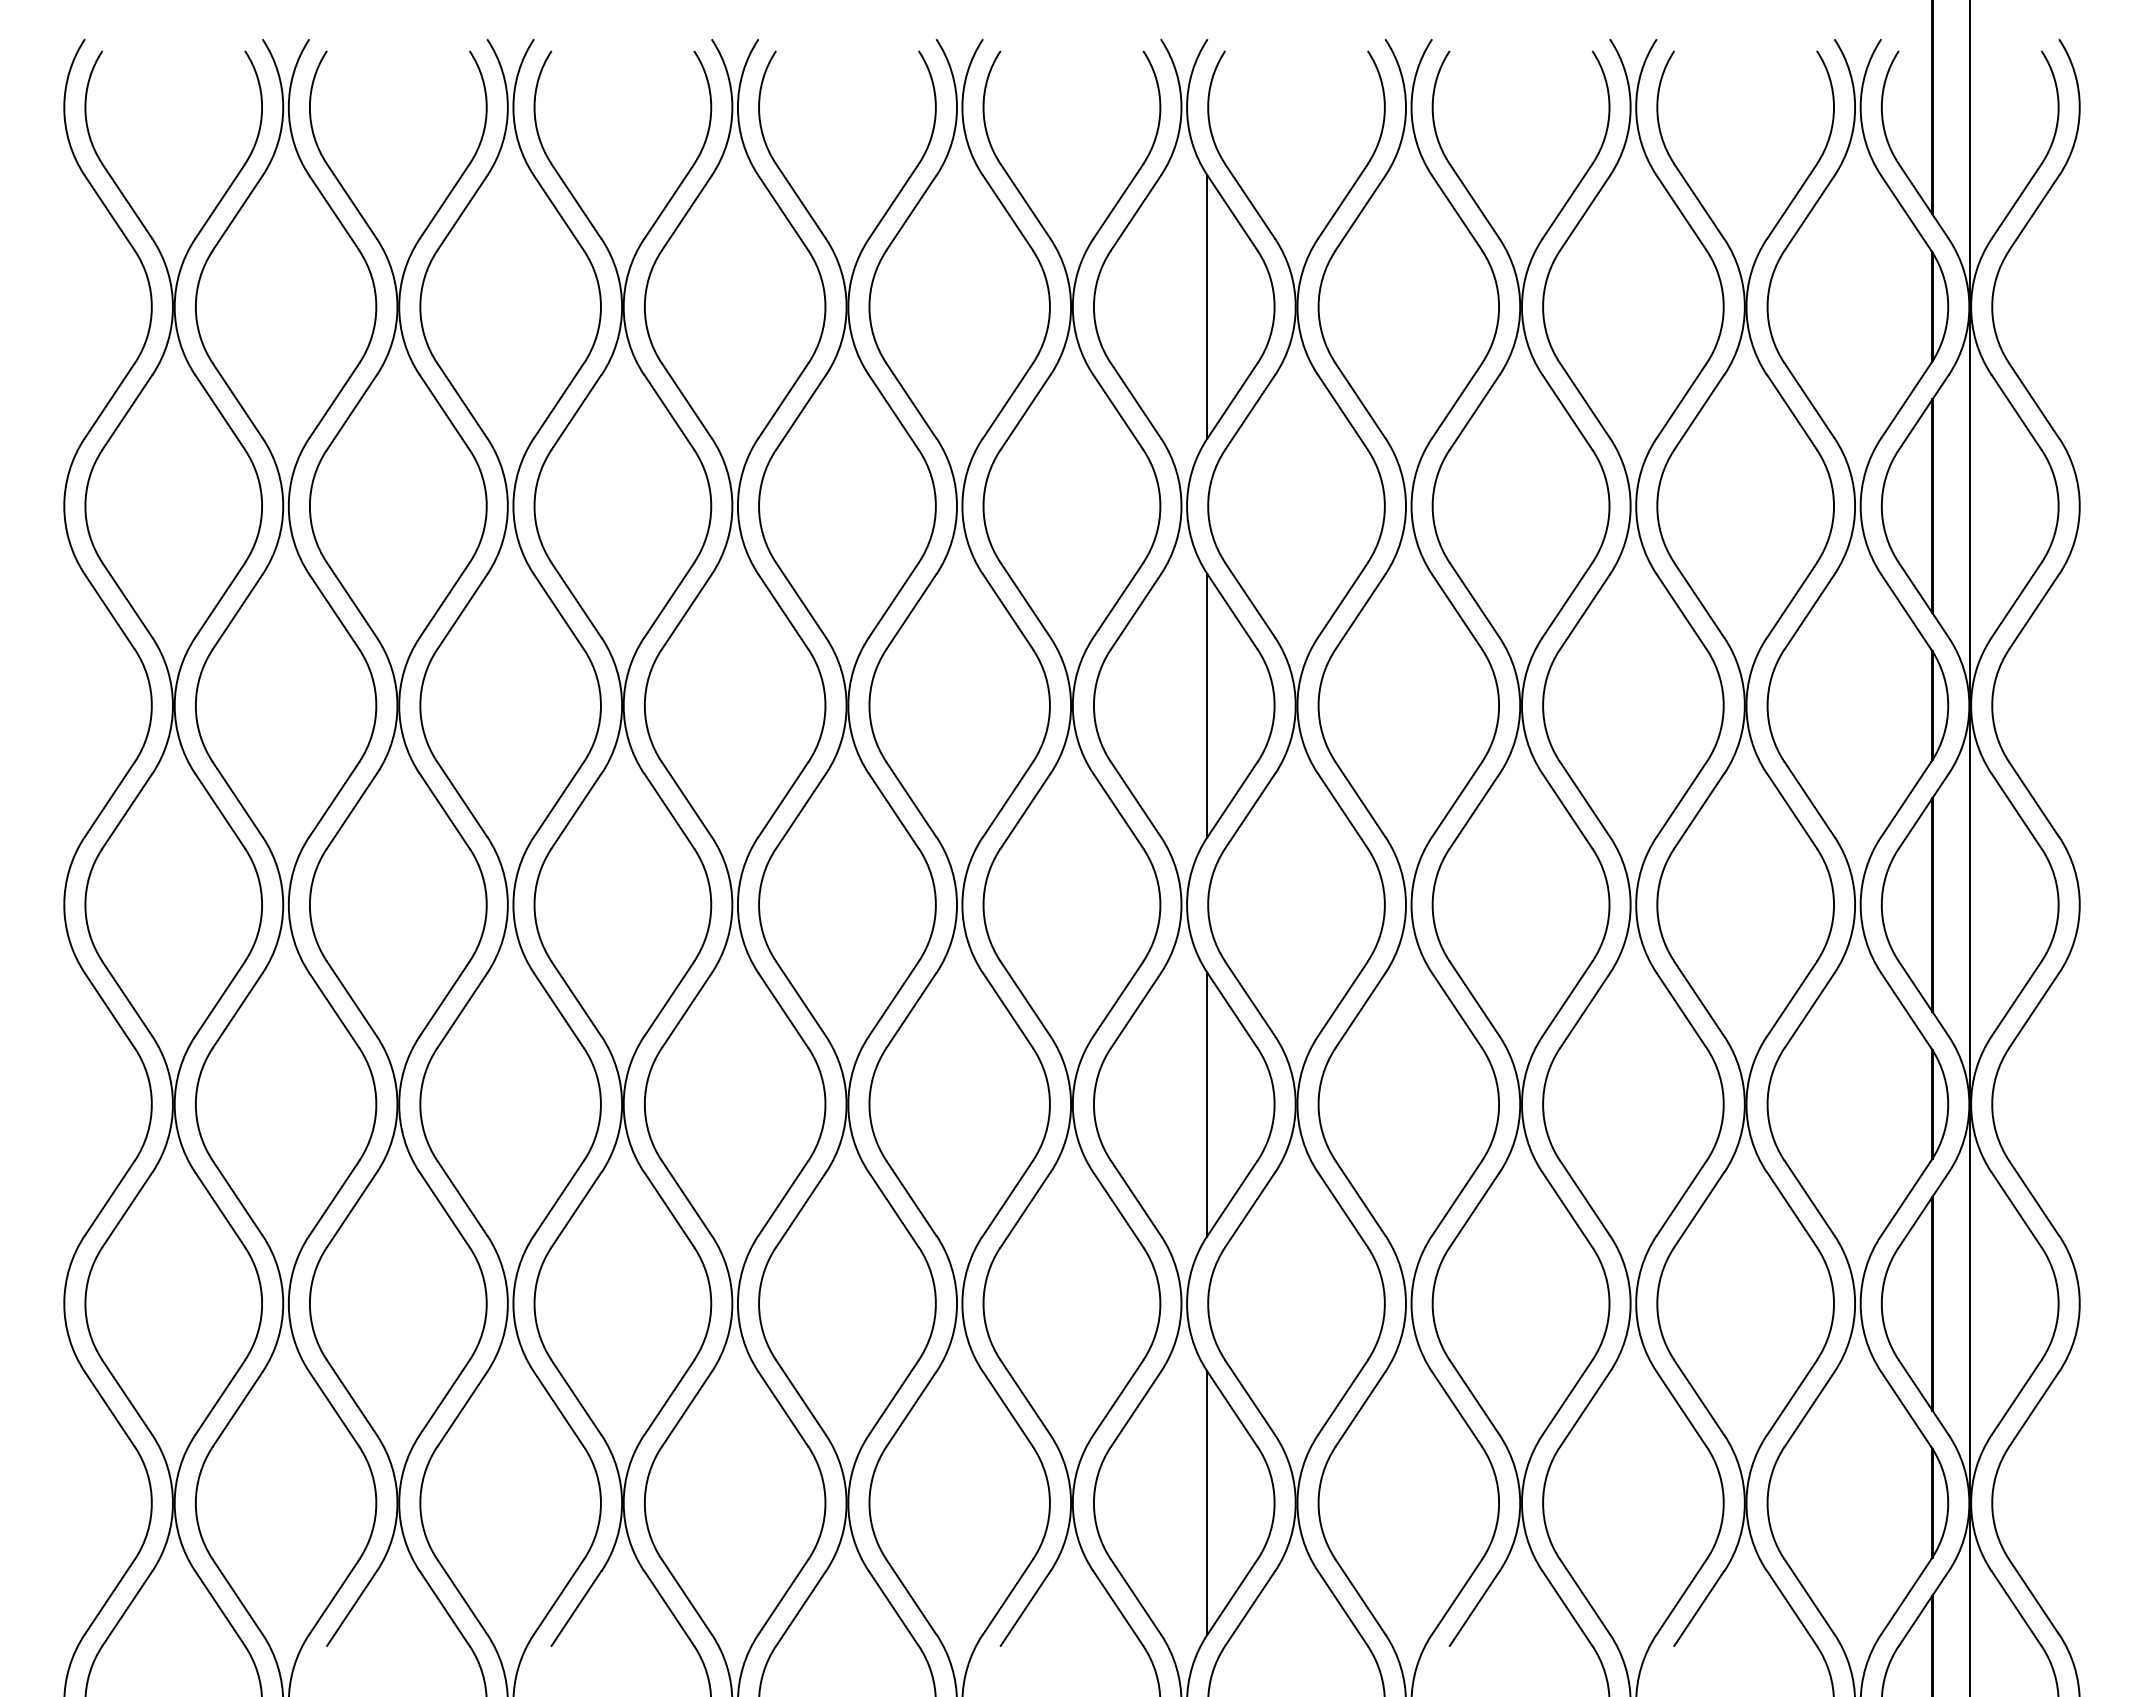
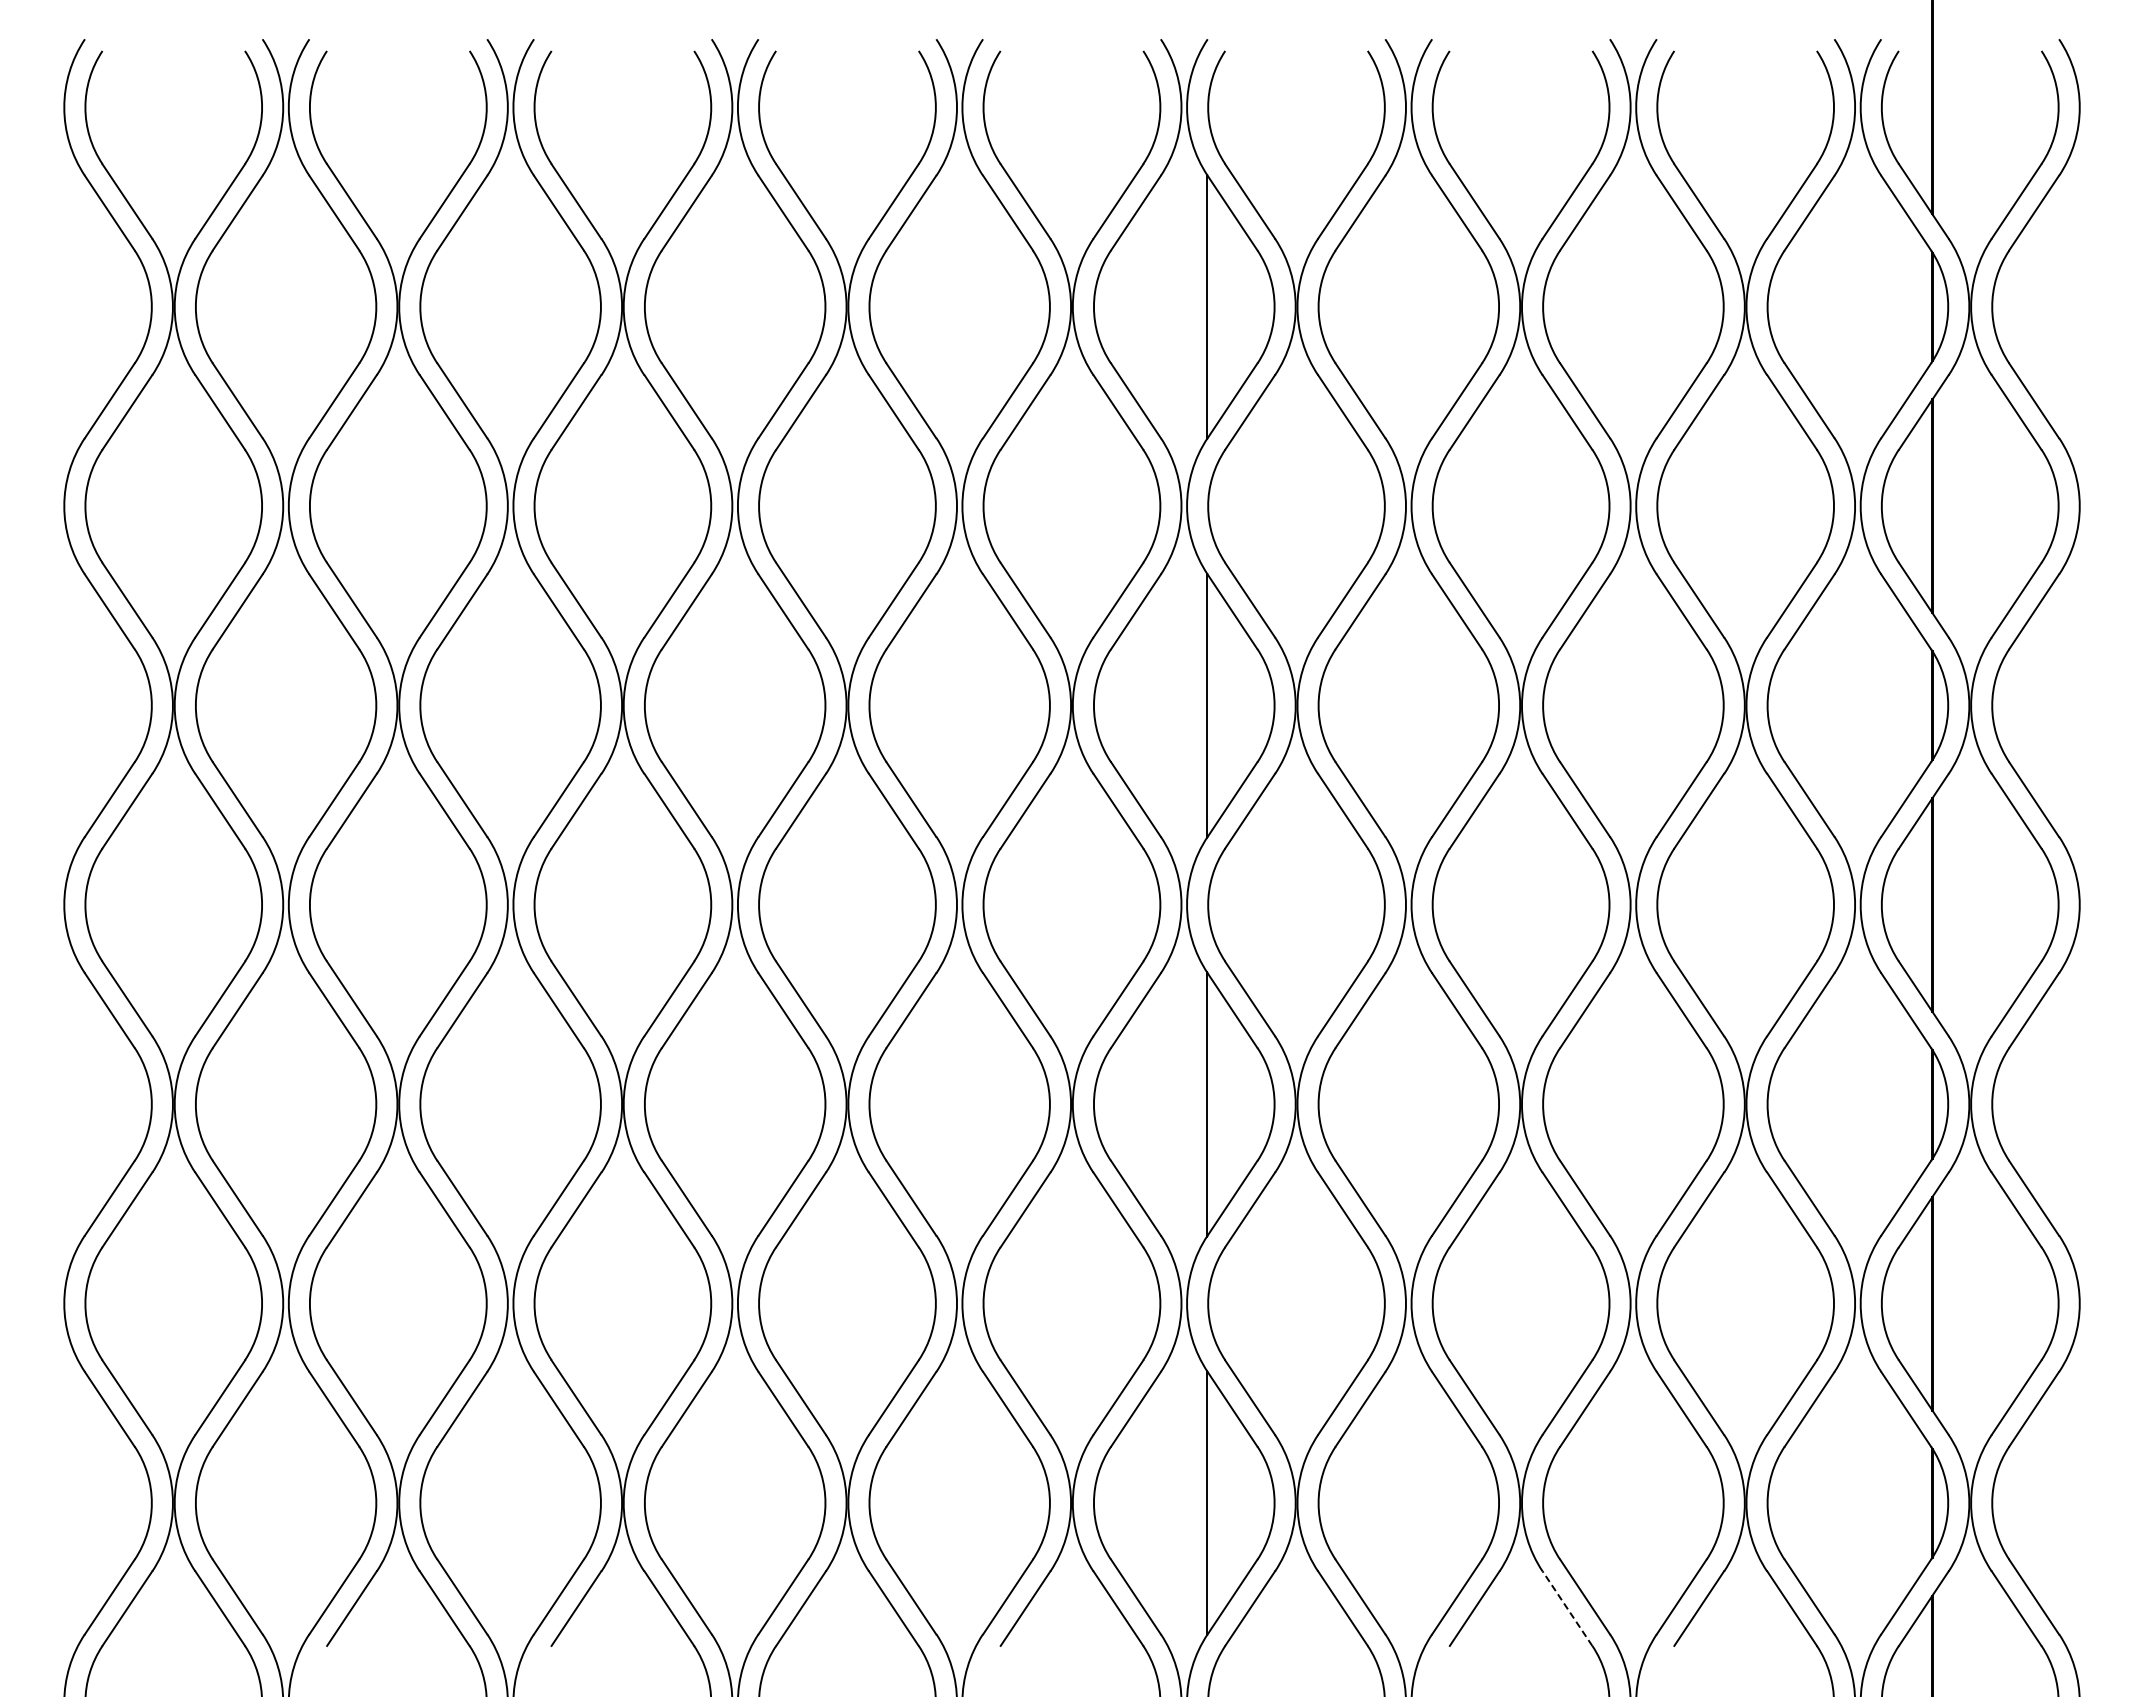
line at (1970, 847): present -> none
line at (1567, 1608): solid -> dashed
